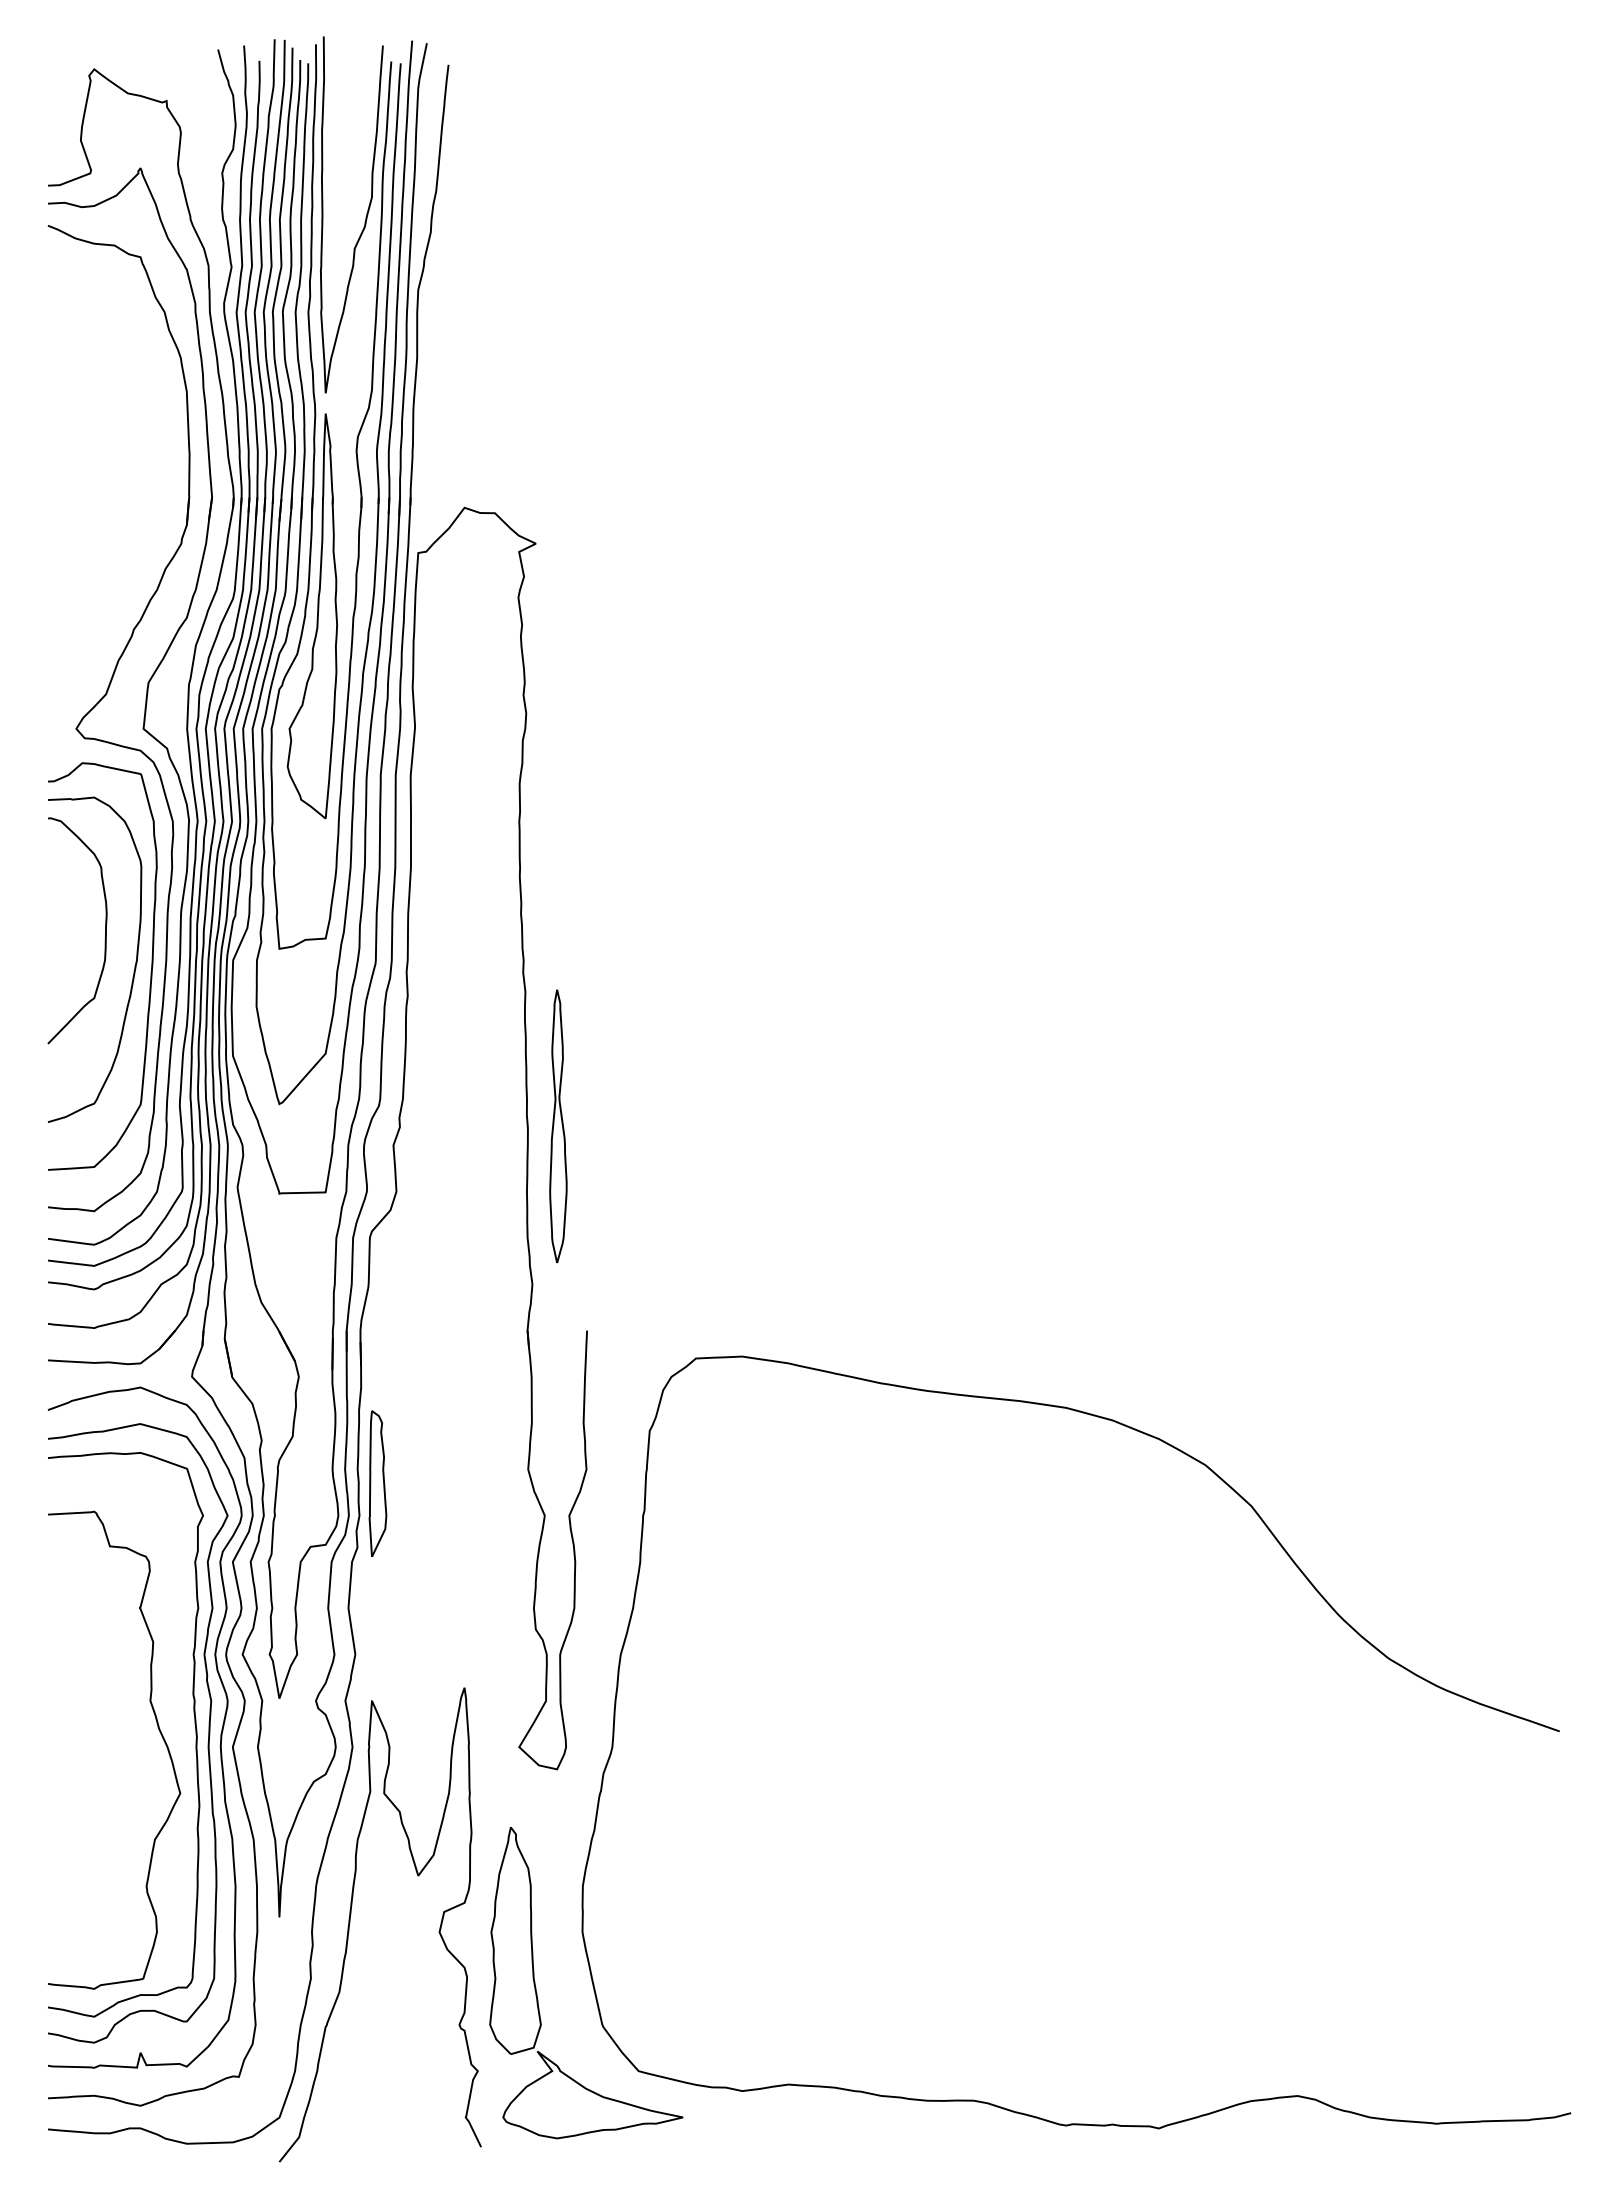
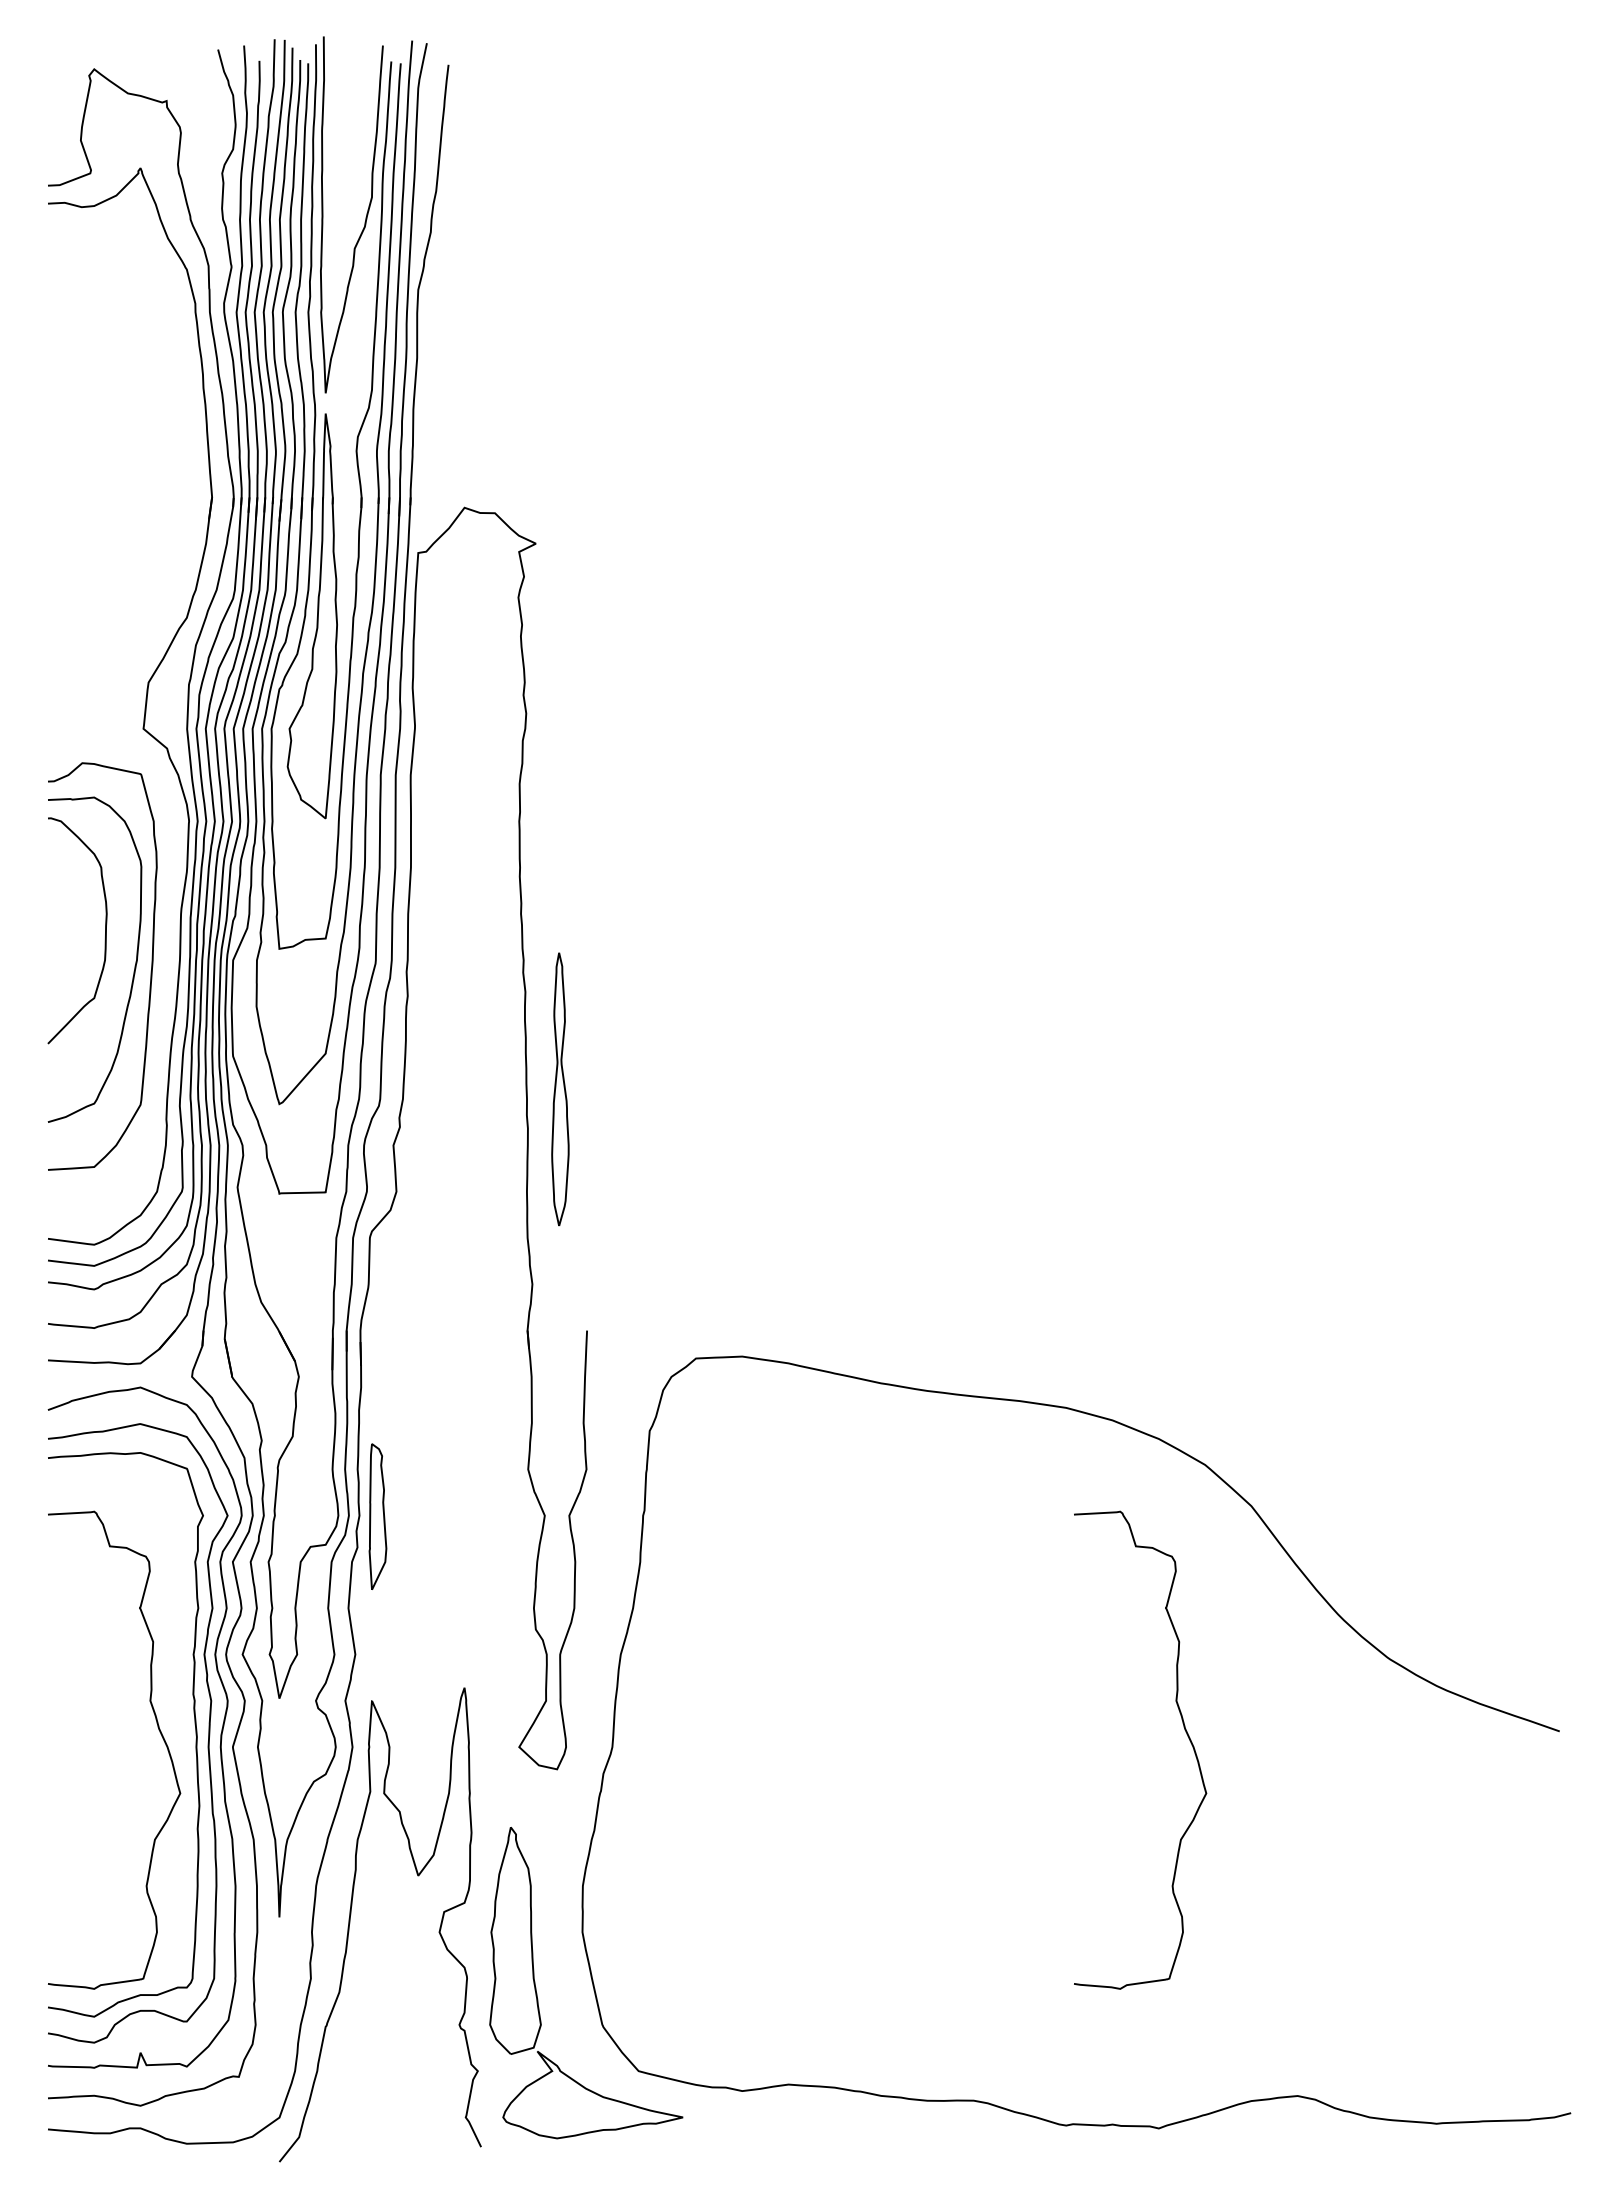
part at (109, 741): present -> none
part at (558, 1126) position: (558, 1126) -> (560, 1089)
part at (377, 1483) position: (377, 1483) -> (377, 1516)
curve at (1184, 1730): none -> present
